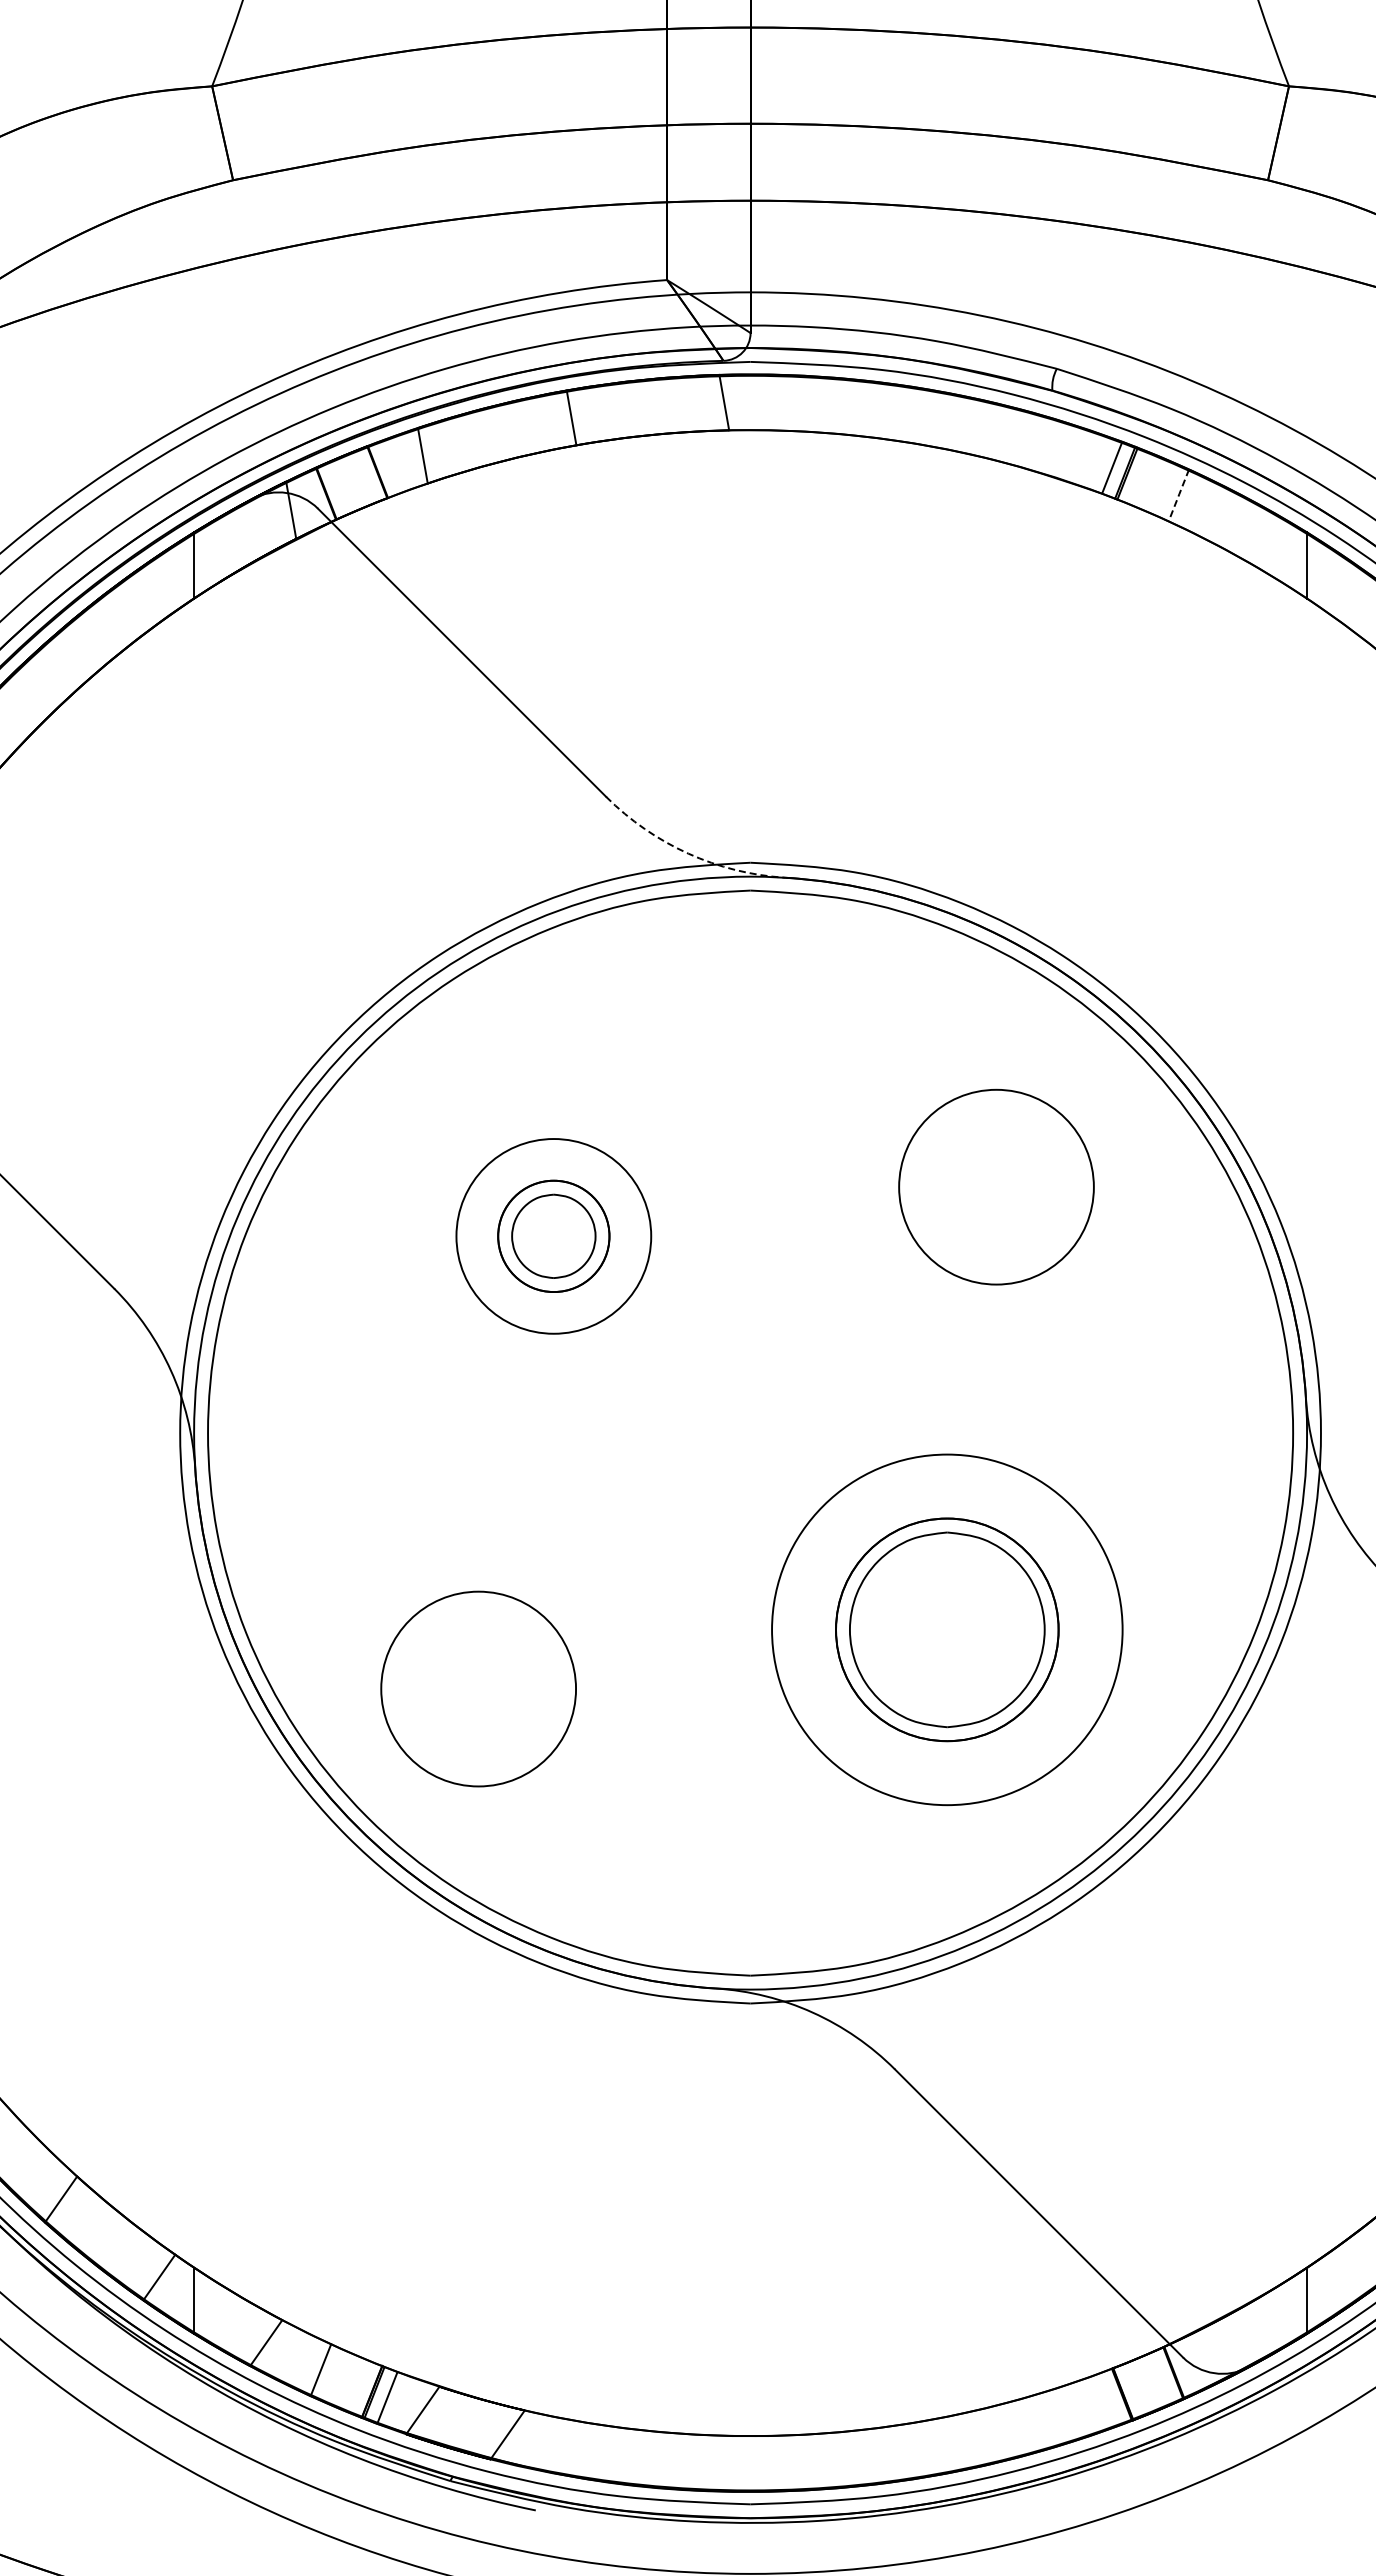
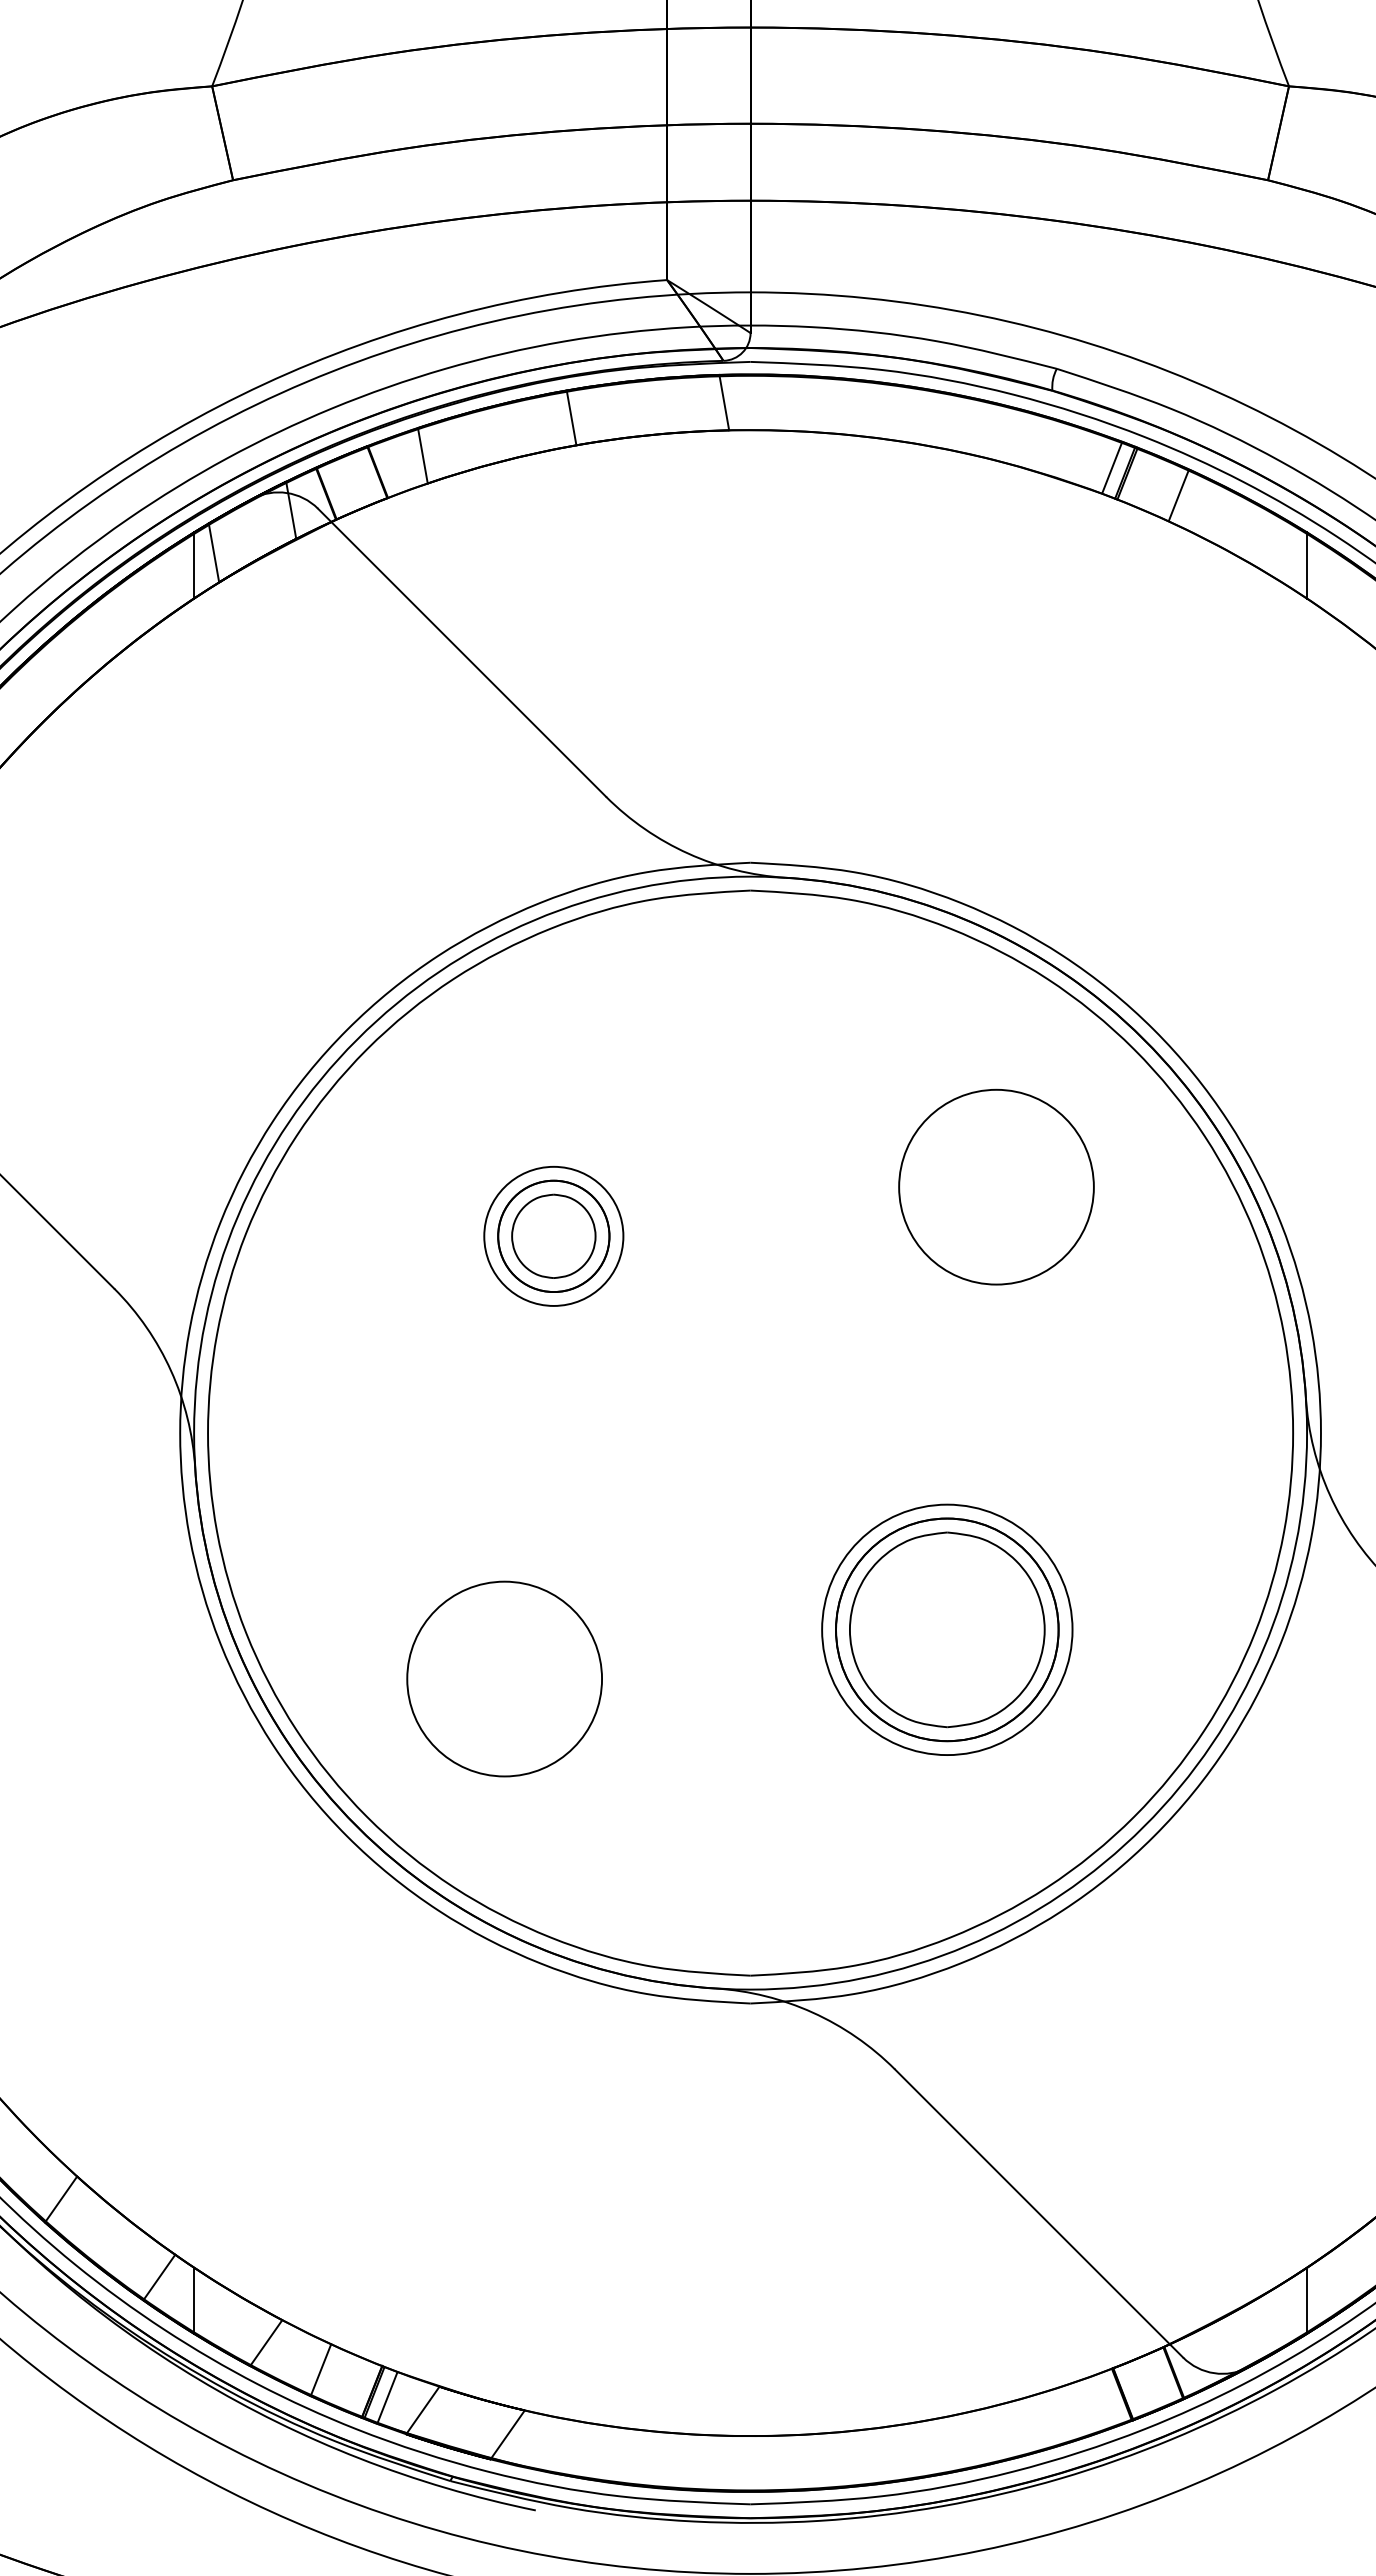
line at (1179, 494): dashed -> solid
line at (213, 552): none -> present
arc at (688, 853): dashed -> solid
circle at (553, 1236) diameter: 195 px -> 139 px
circle at (947, 1629) diameter: 351 px -> 250 px
circle at (478, 1688) position: (478, 1688) -> (504, 1678)
